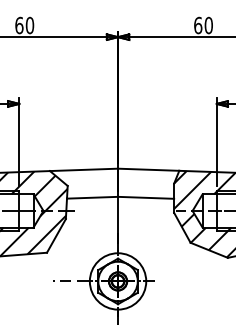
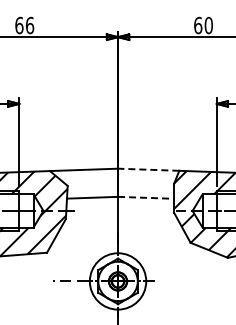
text at (30, 24): 60 -> 66
line at (148, 169): solid -> dashed
line at (146, 197): solid -> dashed
